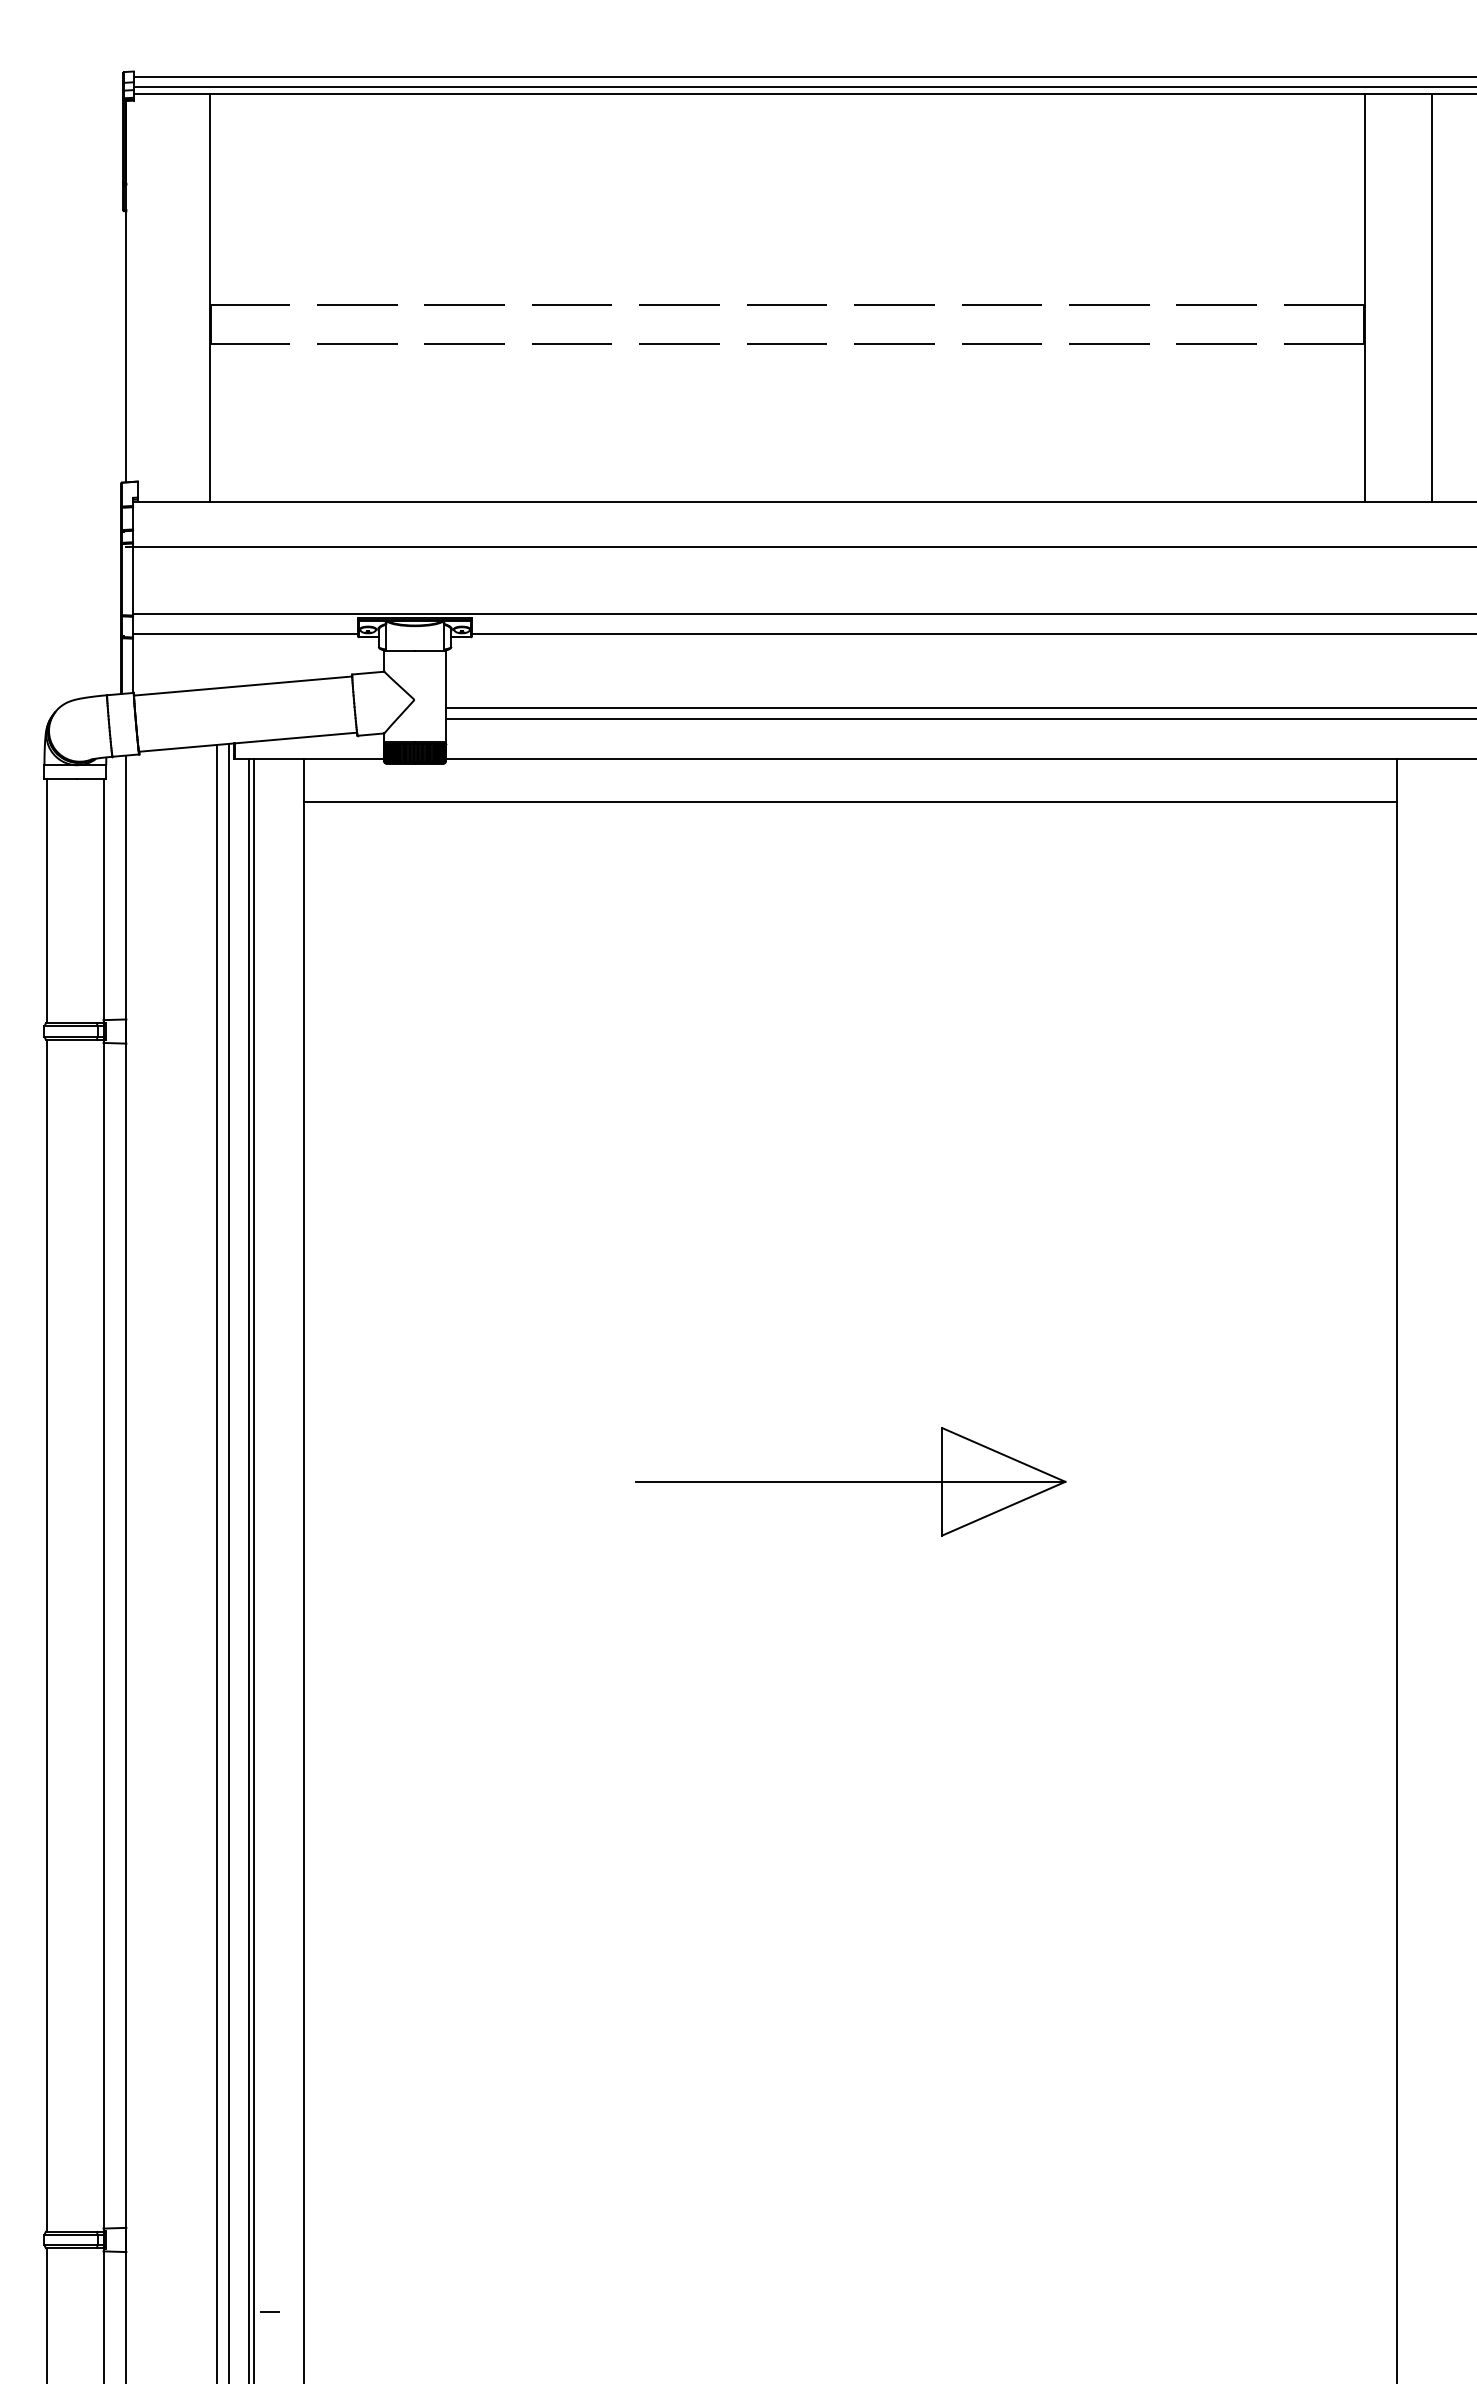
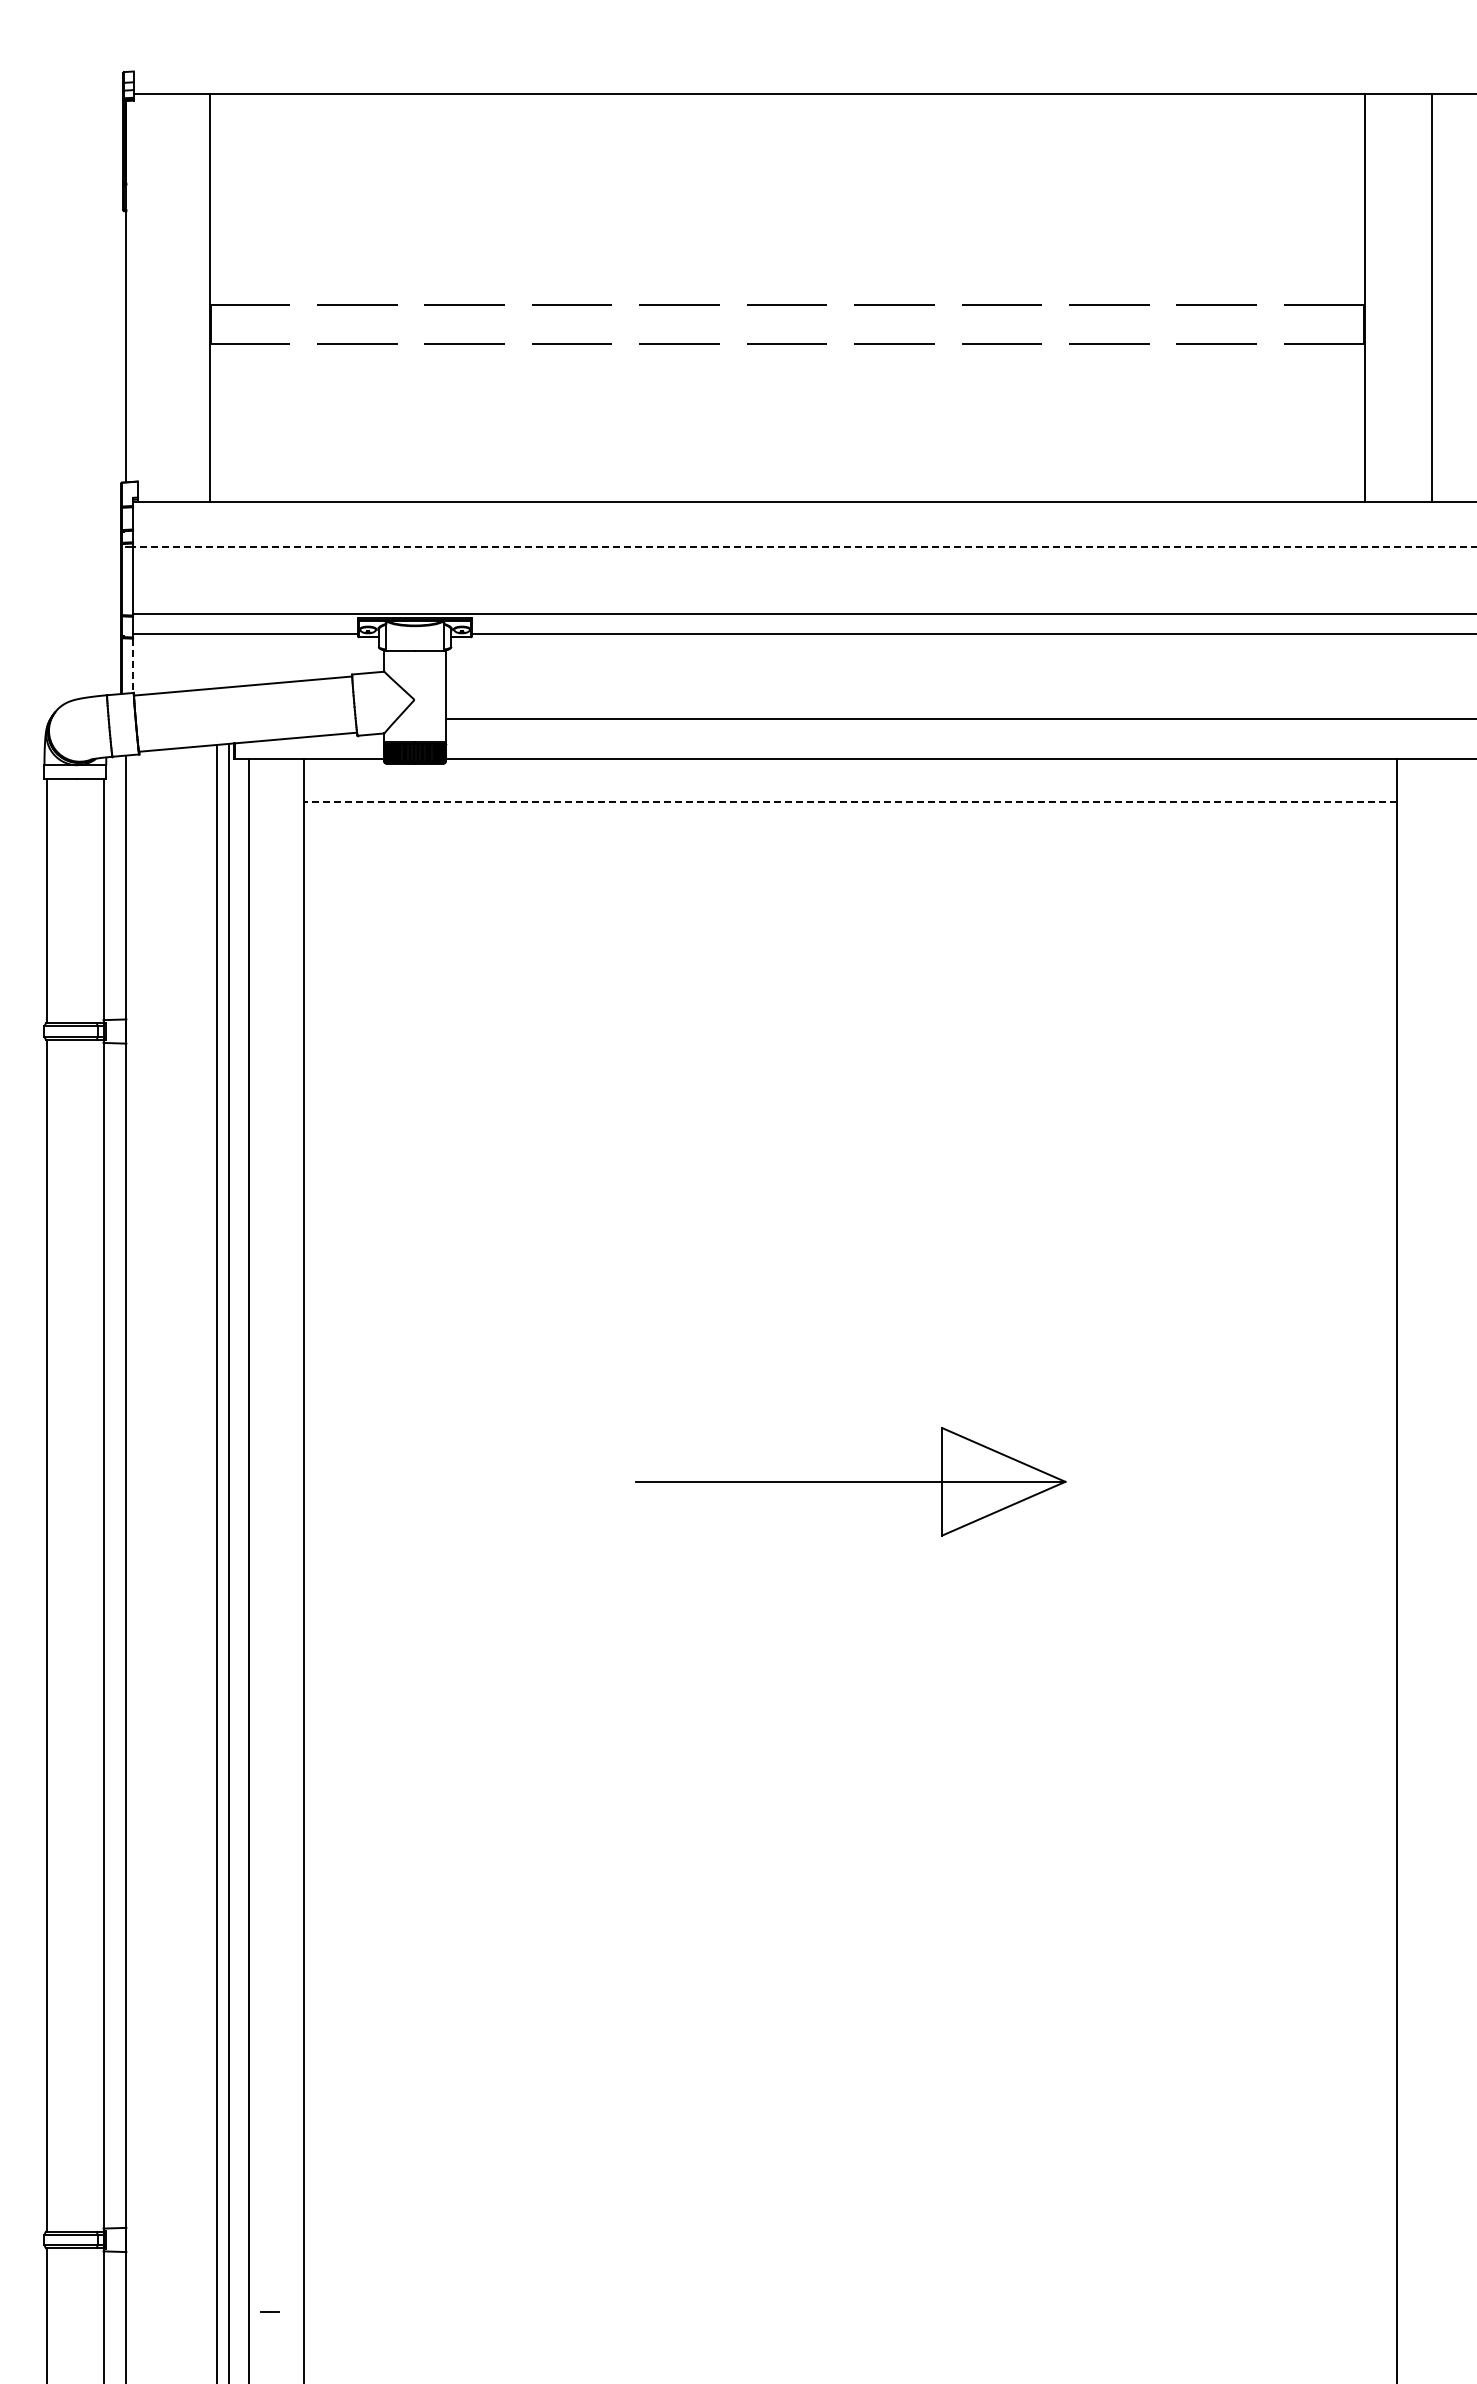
line at (803, 77): present -> none
line at (803, 86): present -> none
line at (804, 546): solid -> dashed
line at (133, 666): solid -> dashed
line at (959, 707): present -> none
line at (850, 801): solid -> dashed
line at (253, 1569): present -> none
